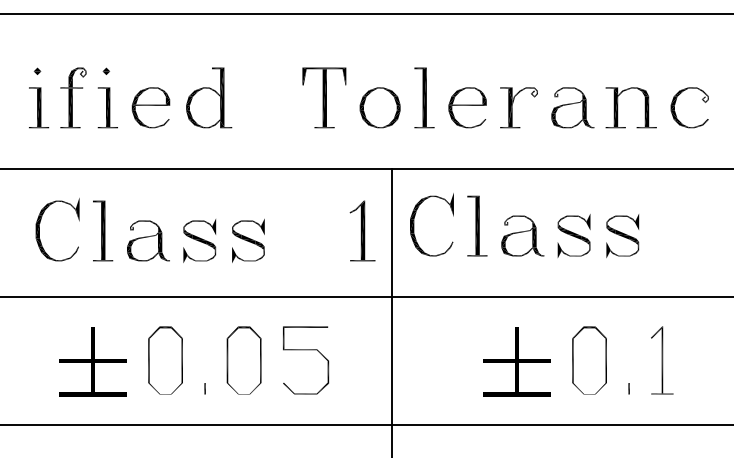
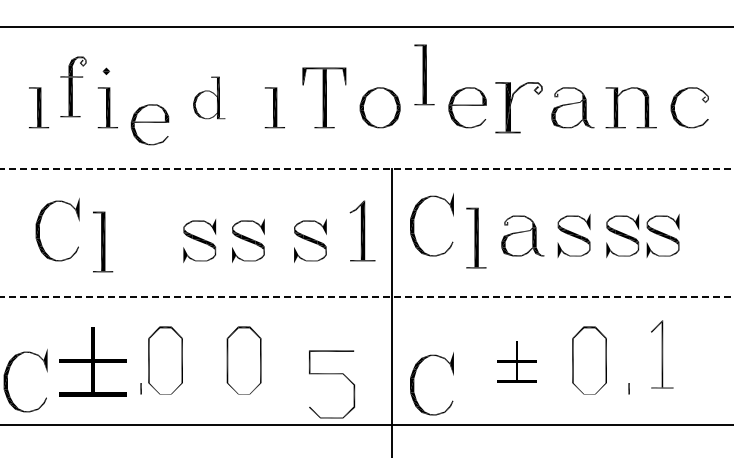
line at (366, 13) position: (366, 13) -> (366, 26)
part at (37, 70): present -> none
part at (73, 97) position: (73, 97) -> (73, 86)
part at (209, 97) size: 47x62 px -> 33x44 px
part at (424, 97) position: (424, 97) -> (424, 74)
part at (150, 107) position: (150, 107) -> (149, 124)
part at (274, 107): none -> present
part at (518, 107) size: 38x42 px -> 48x52 px
line at (366, 168): solid -> dashed
part at (477, 225) position: (477, 225) -> (476, 237)
part at (103, 230) position: (103, 230) -> (103, 241)
part at (662, 235): none -> present
part at (148, 240): present -> none
part at (310, 240): none -> present
line at (366, 296): solid -> dashed
part at (306, 350) position: (306, 350) -> (332, 374)
part at (662, 360) position: (662, 360) -> (662, 354)
part at (516, 361) size: 68x70 px -> 40x42 px
part at (7, 380): none -> present
part at (414, 383): none -> present
line at (204, 388) position: (204, 388) -> (140, 388)
